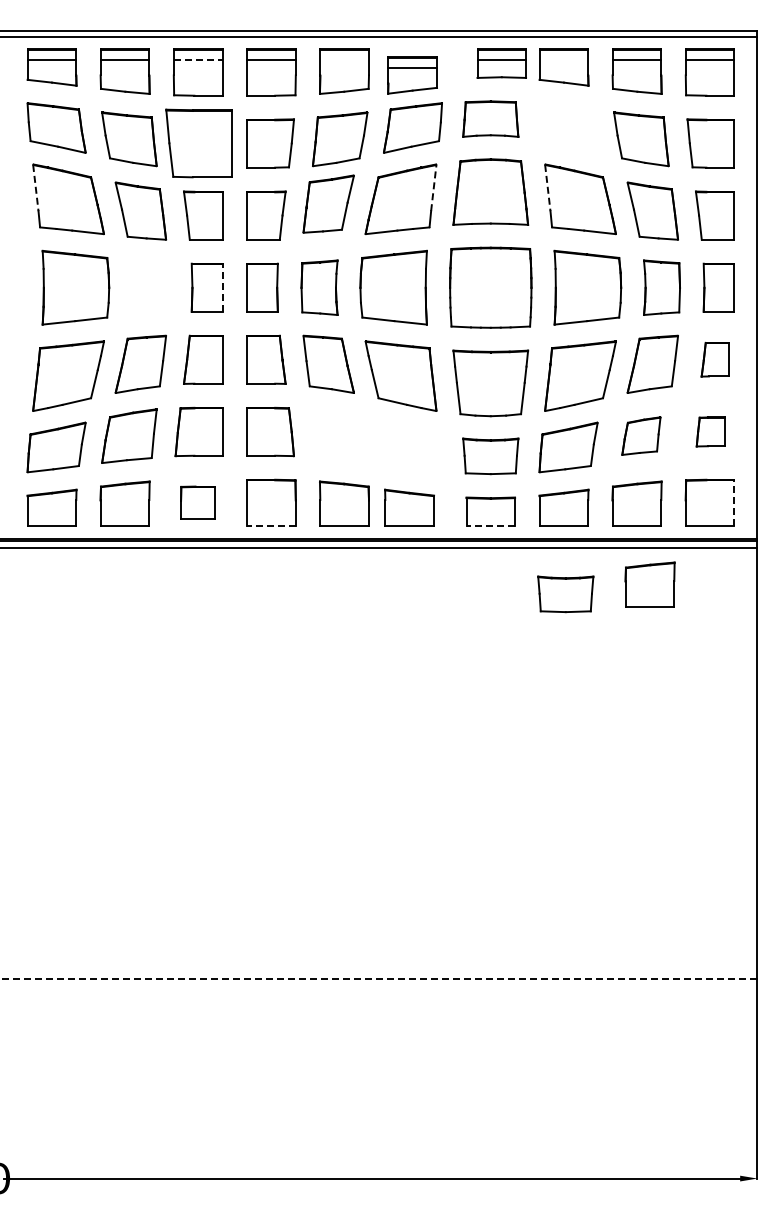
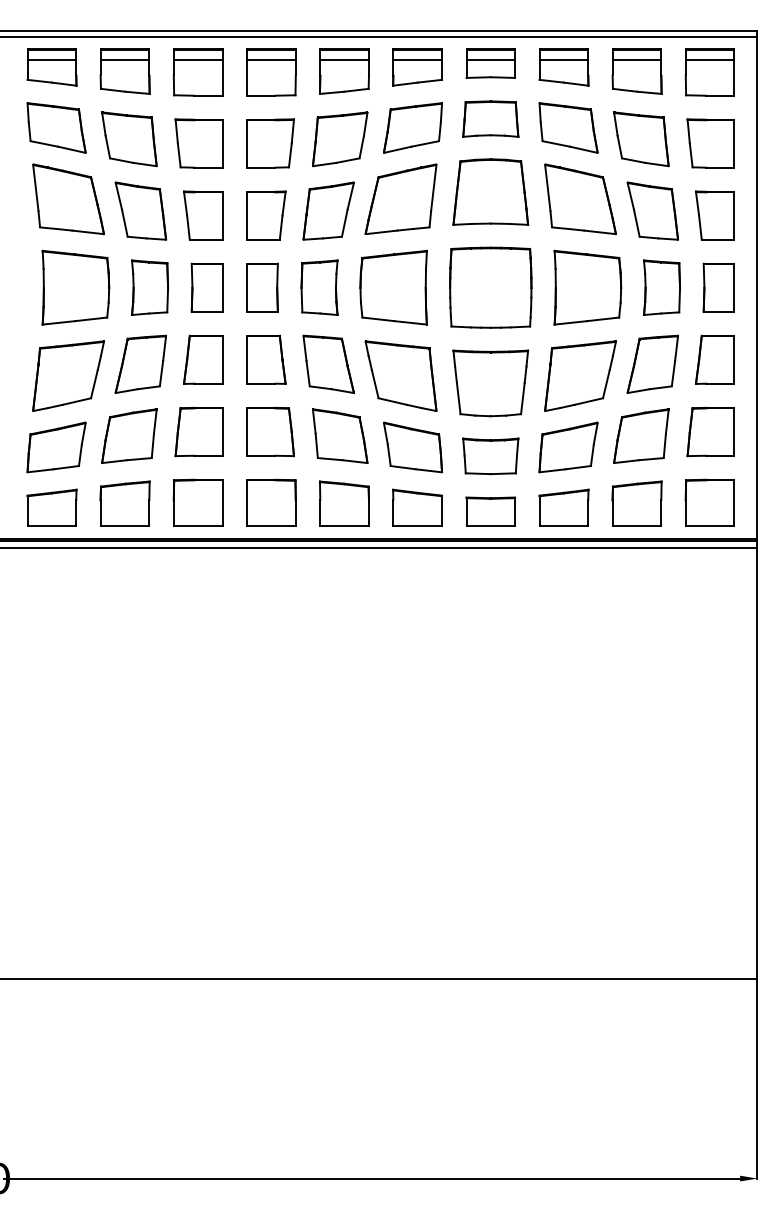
line at (198, 59): dashed -> solid
line at (344, 59): none -> present
line at (563, 59): none -> present
part at (501, 63) position: (501, 63) -> (490, 63)
part at (412, 75) position: (412, 75) -> (417, 67)
part at (568, 127): none -> present
part at (198, 143) size: 68x71 px -> 50x51 px
line at (433, 187): dashed -> solid
line at (35, 188): dashed -> solid
line at (547, 188): dashed -> solid
part at (328, 203) position: (328, 203) -> (328, 210)
part at (150, 287): none -> present
line at (222, 287): dashed -> solid
part at (714, 359) size: 30x36 px -> 40x51 px
part at (710, 431) size: 31x32 px -> 49x52 px
part at (340, 435): none -> present
part at (641, 435) size: 41x40 px -> 57x56 px
part at (412, 447): none -> present
part at (197, 502) size: 36x35 px -> 52x49 px
line at (734, 502): dashed -> solid
part at (409, 507) position: (409, 507) -> (417, 507)
line at (270, 525): dashed -> solid
line at (490, 525): dashed -> solid
part at (649, 584): present -> none
part at (565, 594): present -> none
line at (378, 979): dashed -> solid
